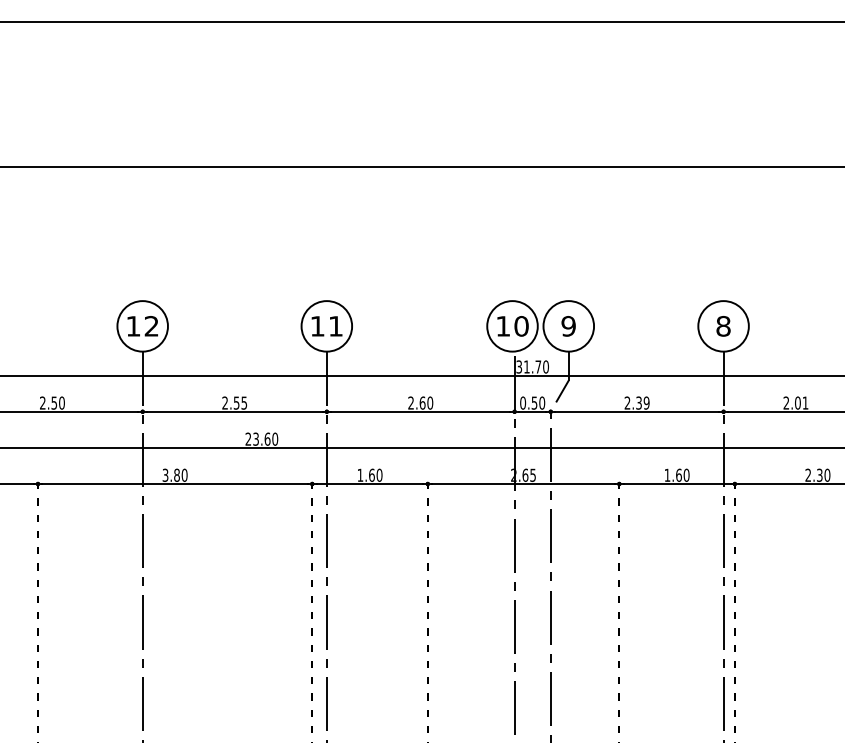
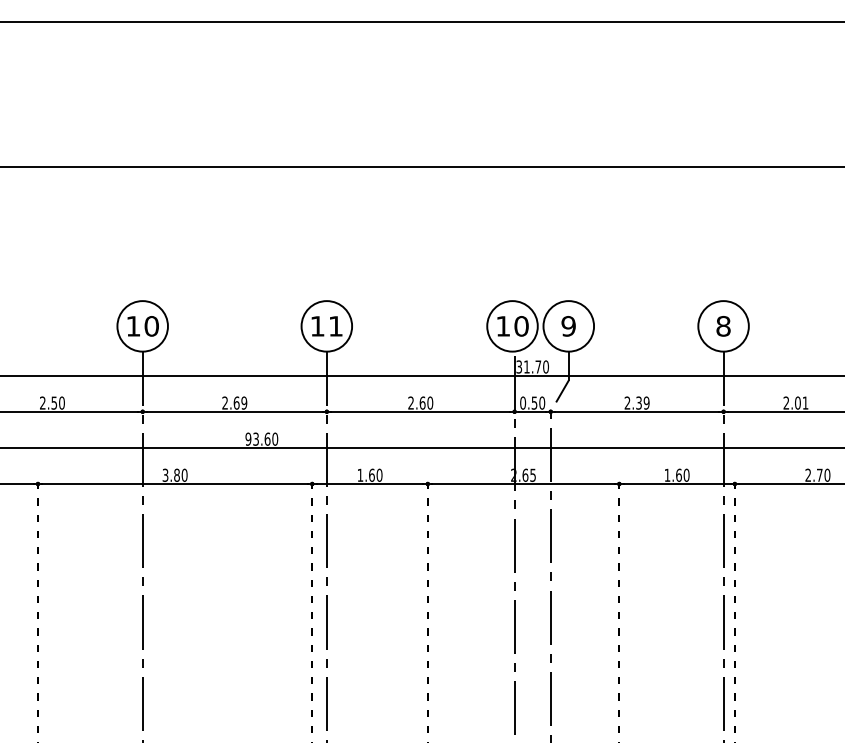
text at (151, 326): 12 -> 10
text at (240, 402): 2.55 -> 2.69
text at (248, 438): 23.60 -> 93.60
text at (819, 474): 2.30 -> 2.70
